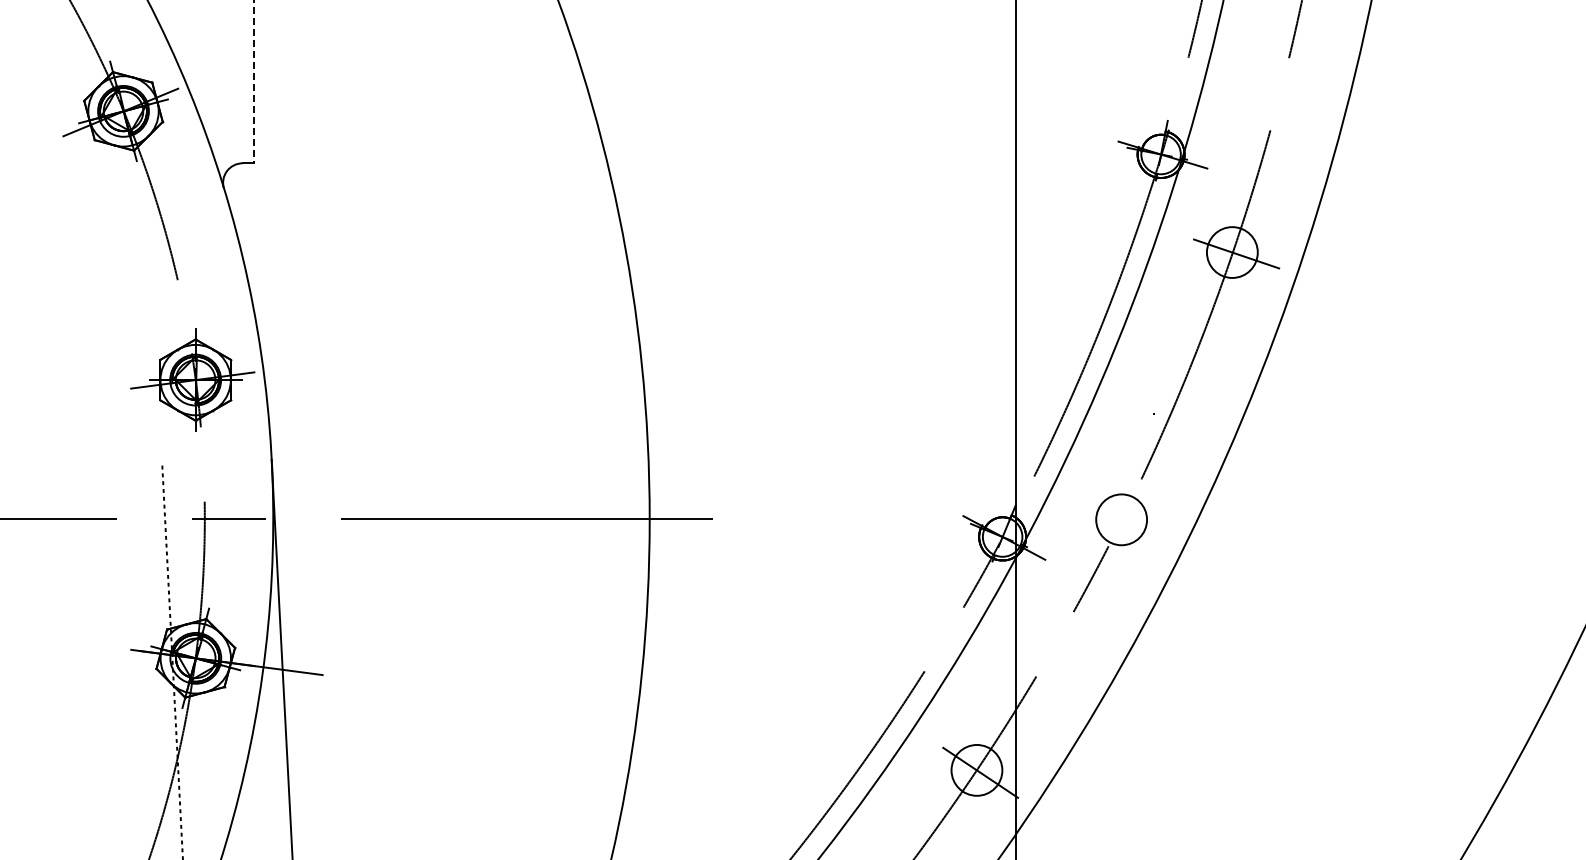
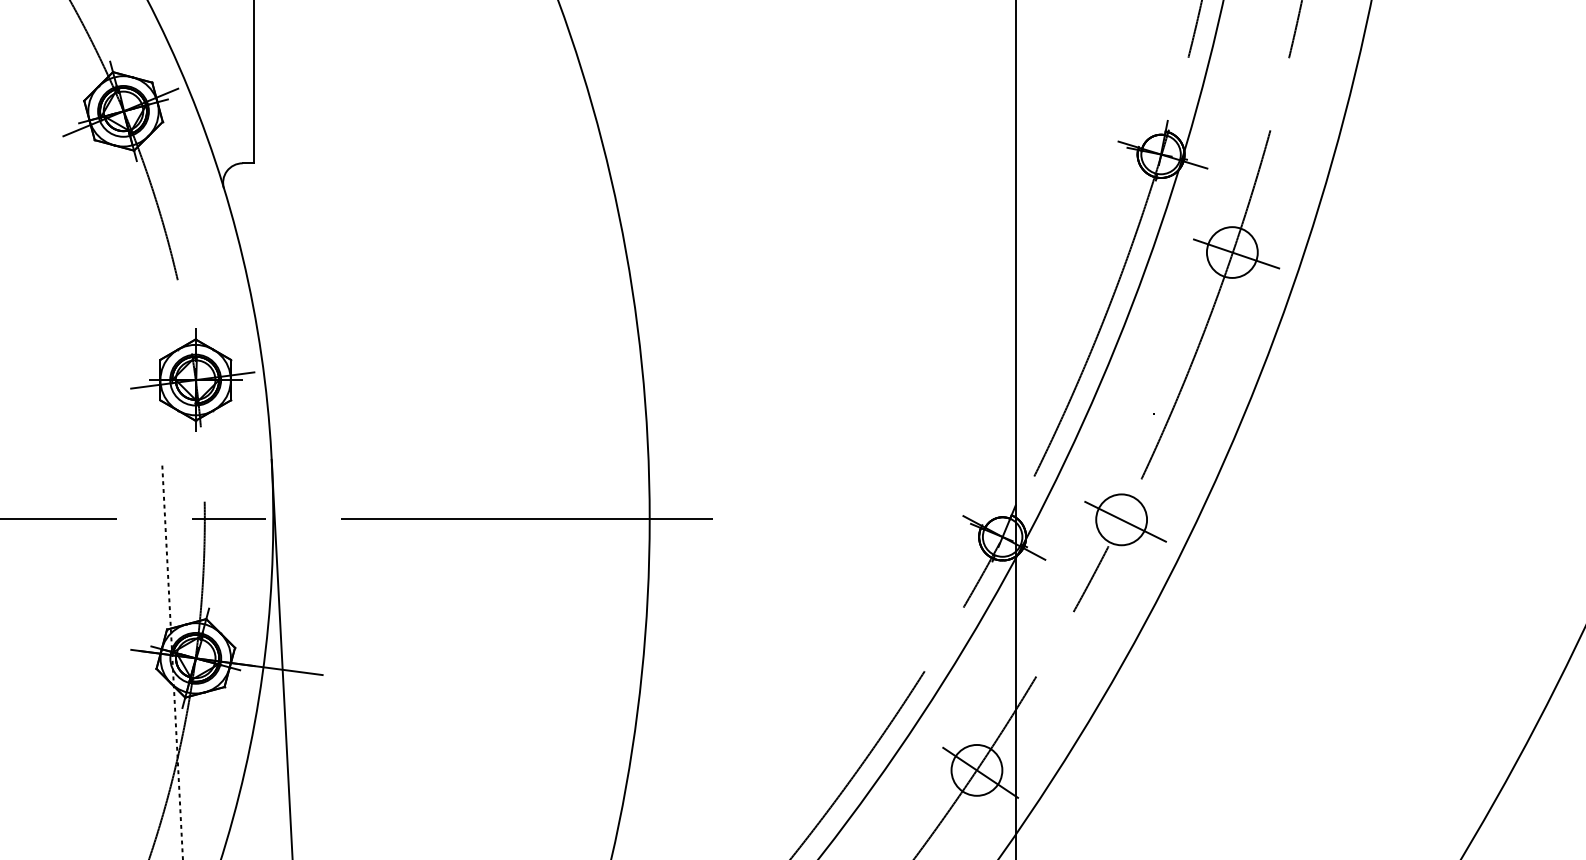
line at (253, 82): dashed -> solid
line at (1125, 521): none -> present
